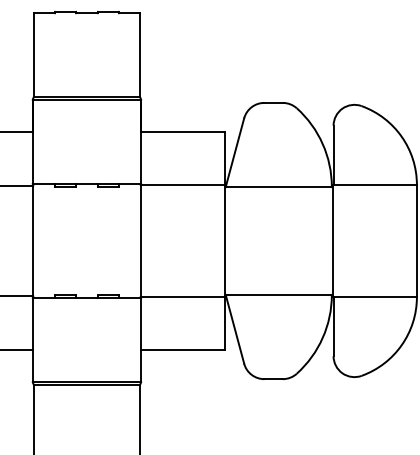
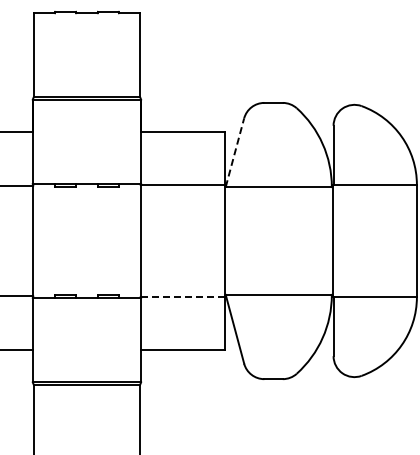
line at (234, 152): solid -> dashed
line at (182, 297): solid -> dashed
